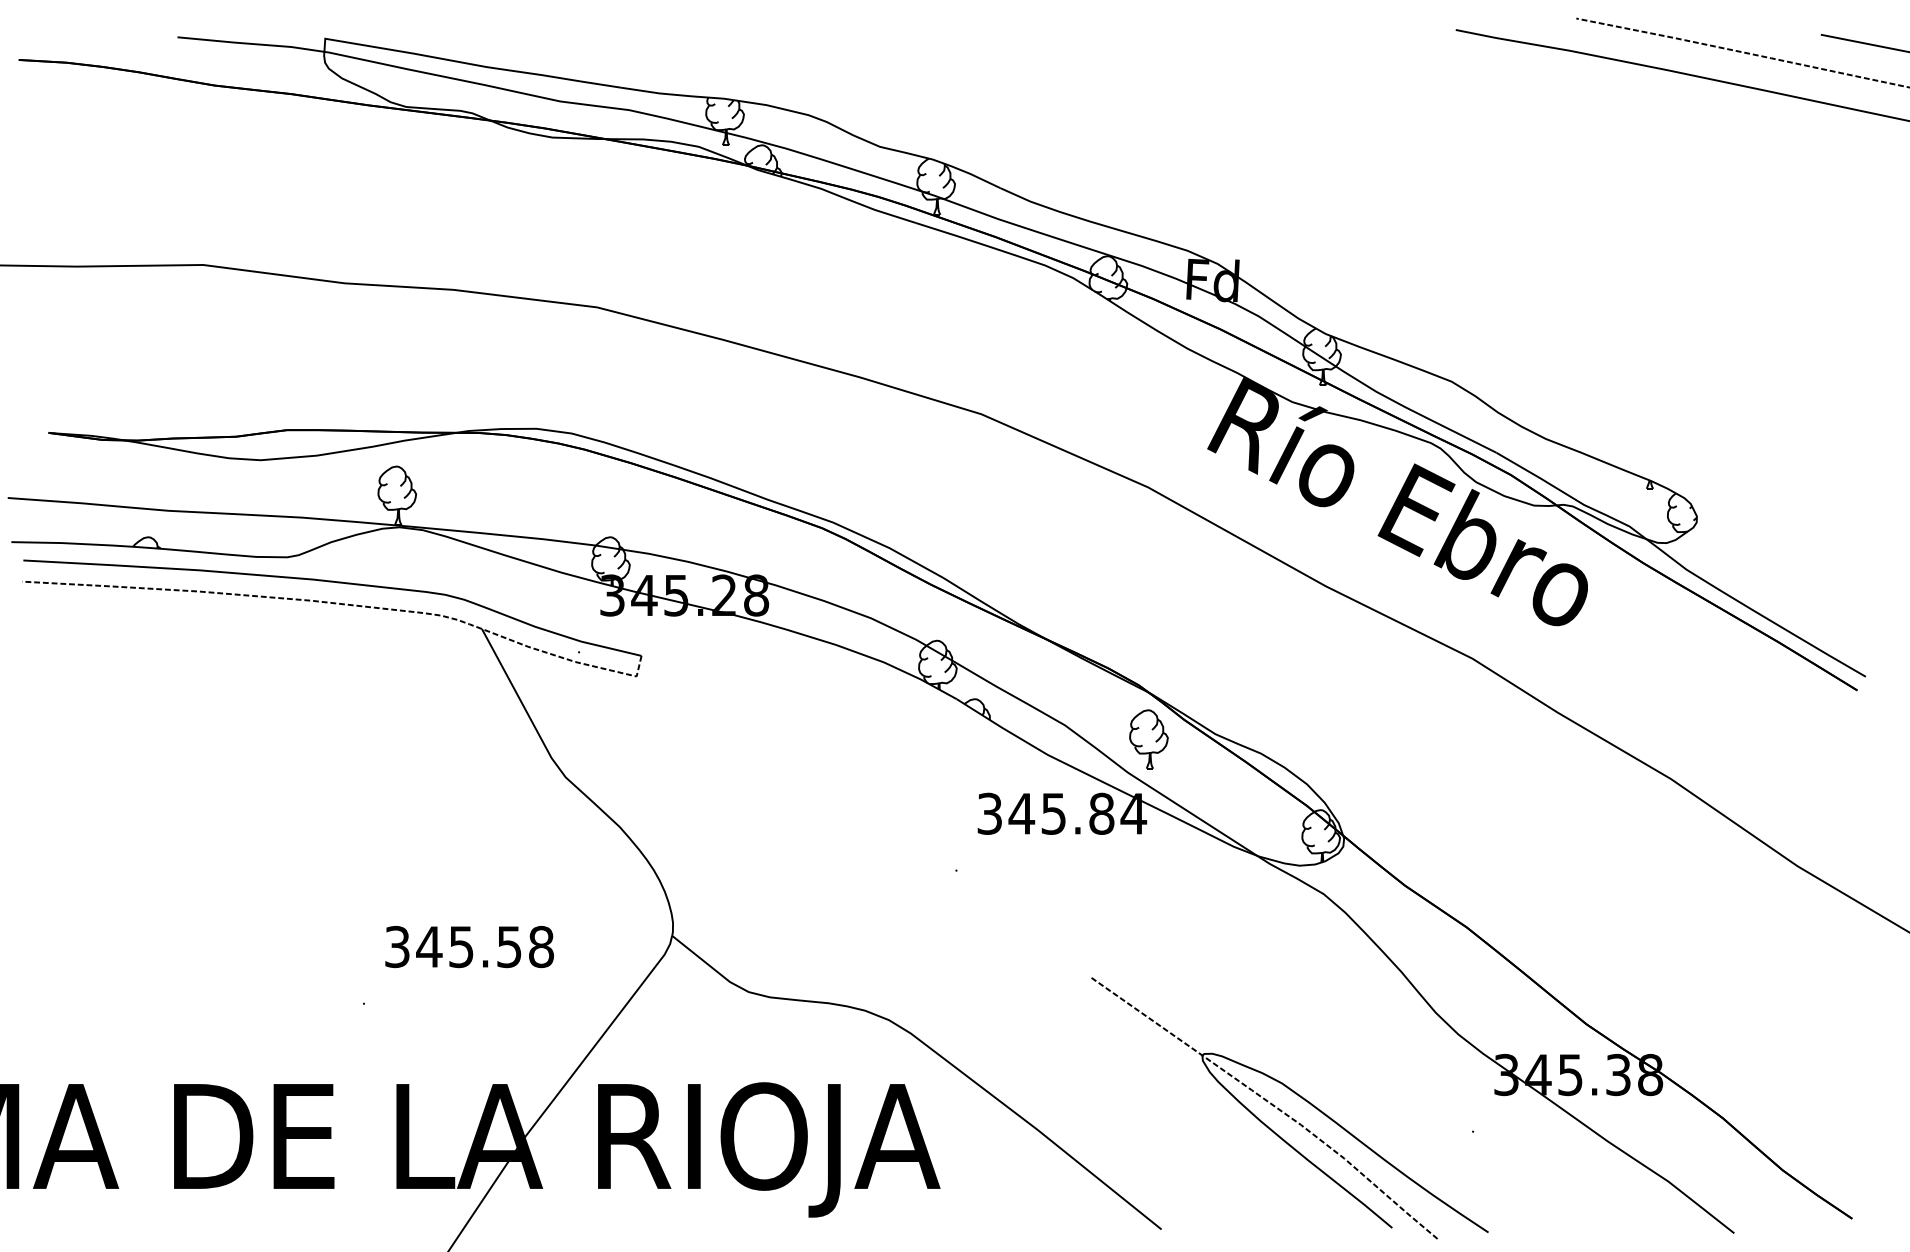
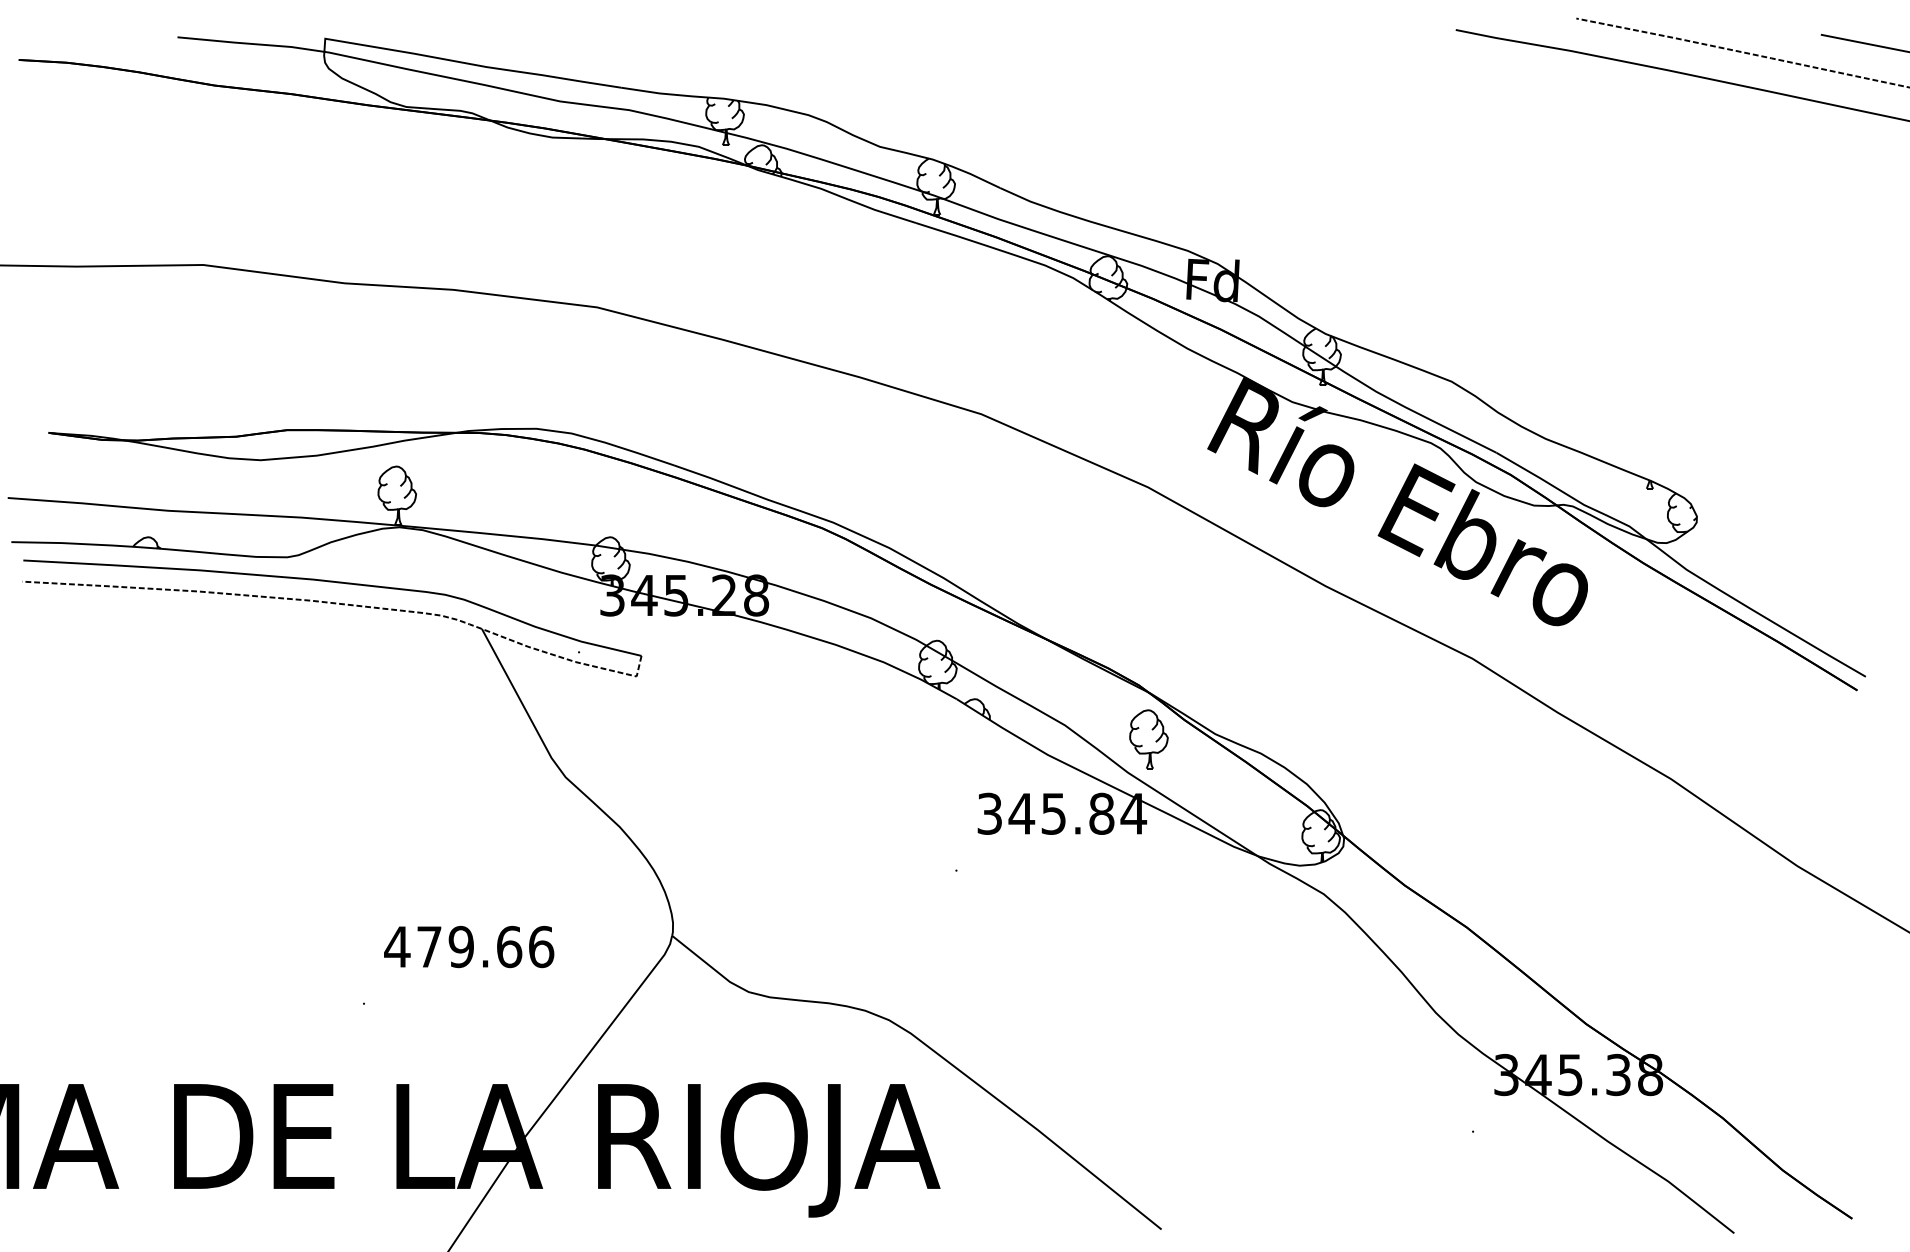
text at (469, 946): 345.58 -> 479.66
part at (1289, 1108): present -> none
